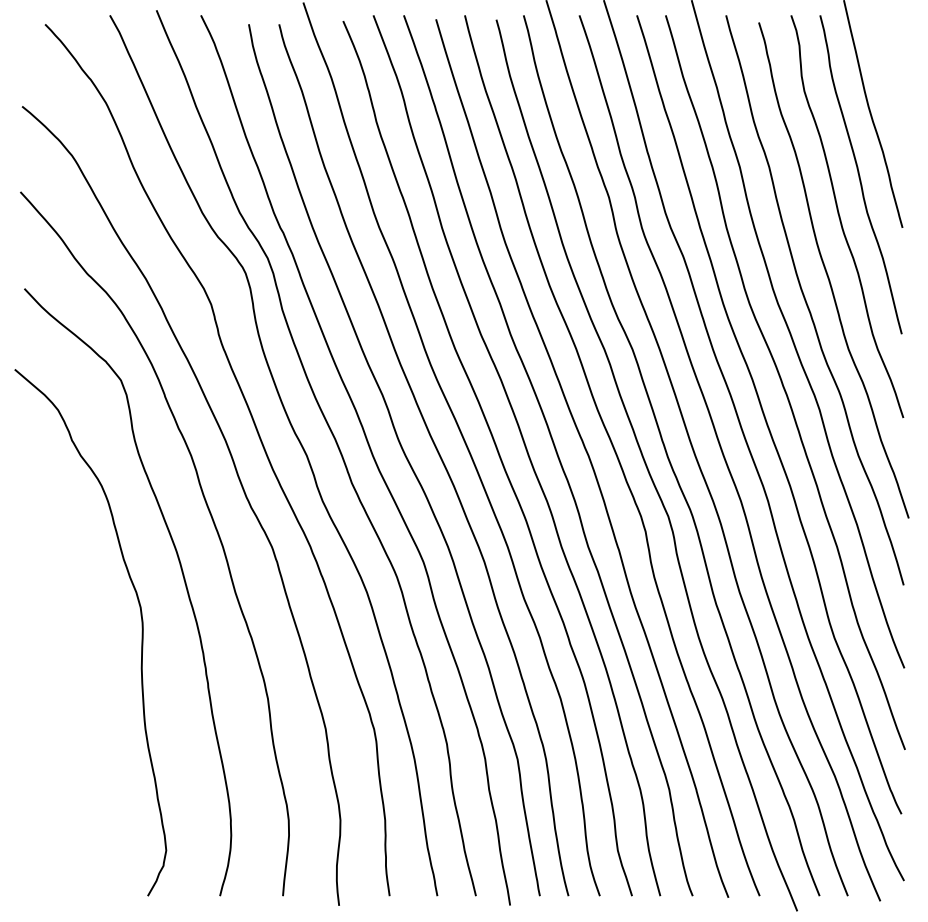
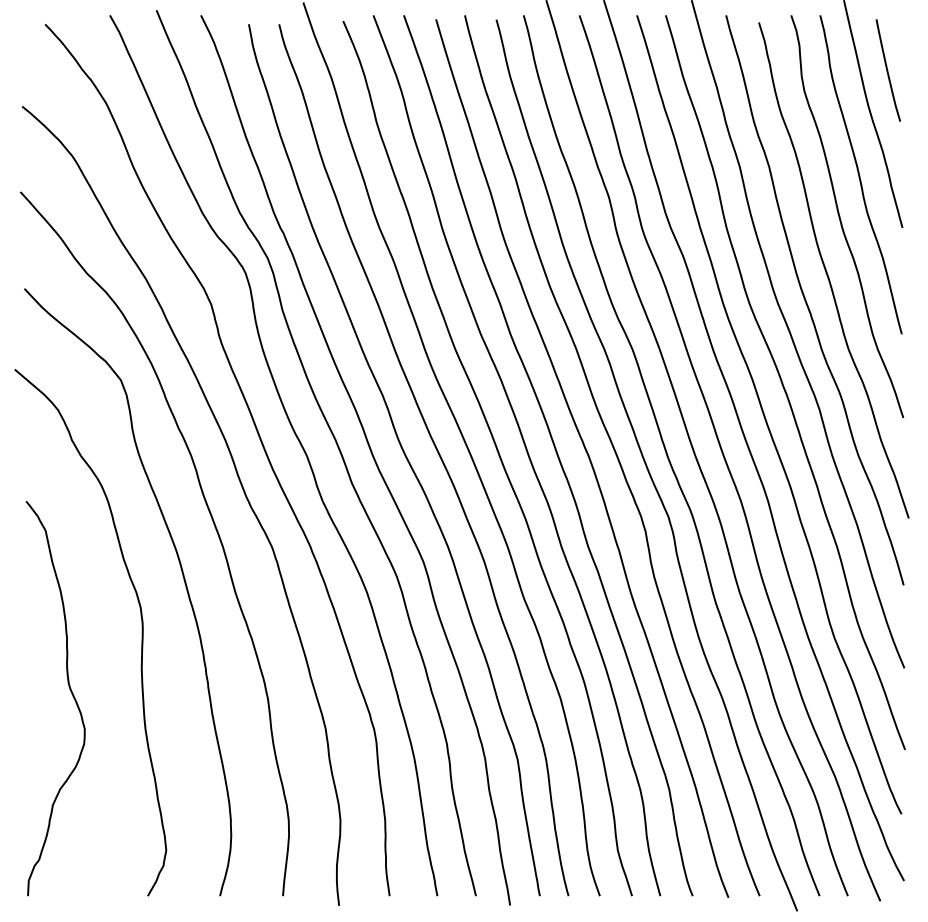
curve at (887, 70): none -> present
curve at (71, 694): none -> present
